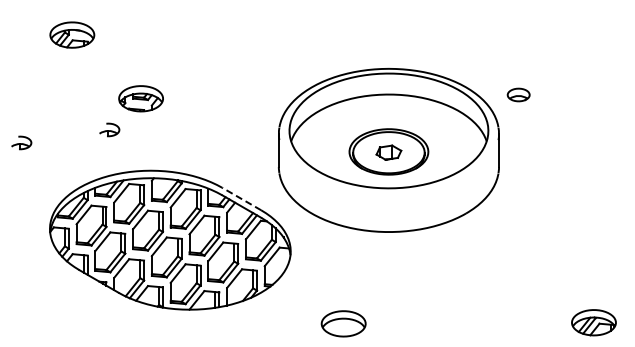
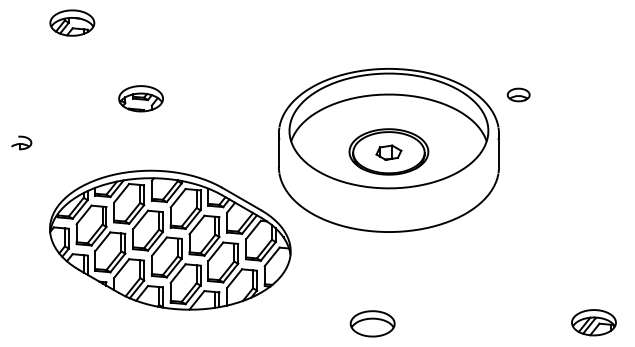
part at (72, 34) position: (72, 34) -> (72, 22)
part at (109, 129): present -> none
line at (241, 198): dashed -> solid
part at (343, 323) position: (343, 323) -> (372, 323)
